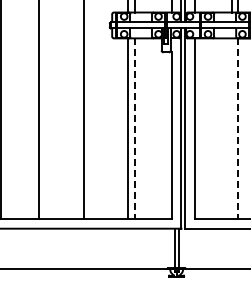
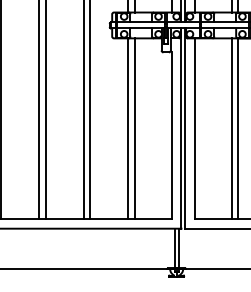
line at (45, 110): none -> present
line at (90, 110): none -> present
line at (231, 128): none -> present
line at (135, 129): dashed -> solid
line at (238, 129): dashed -> solid
